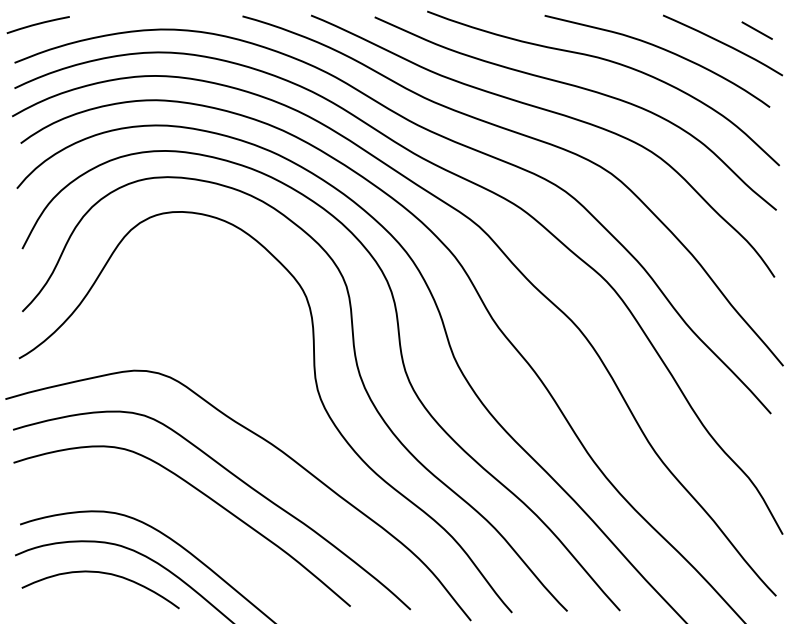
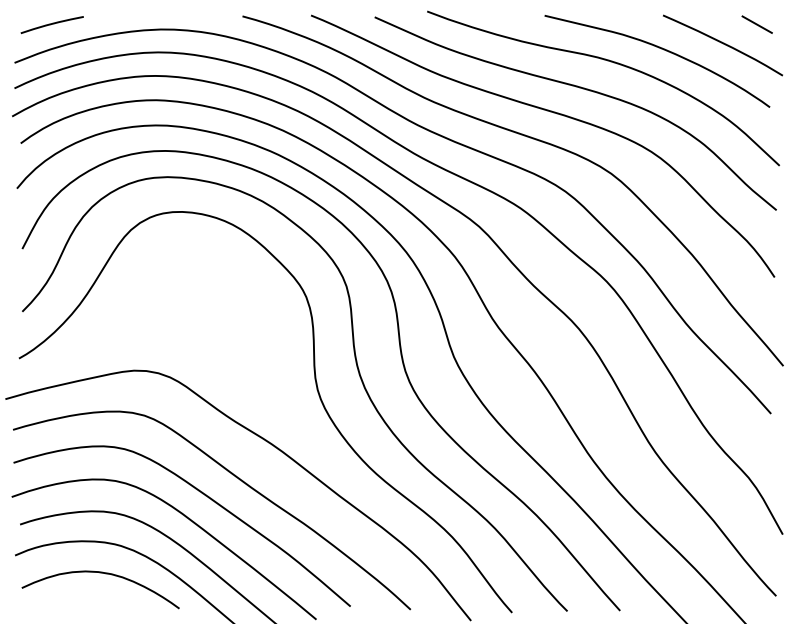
curve at (37, 24) position: (37, 24) -> (51, 24)
line at (756, 30) position: (756, 30) -> (756, 24)
curve at (186, 518): none -> present
